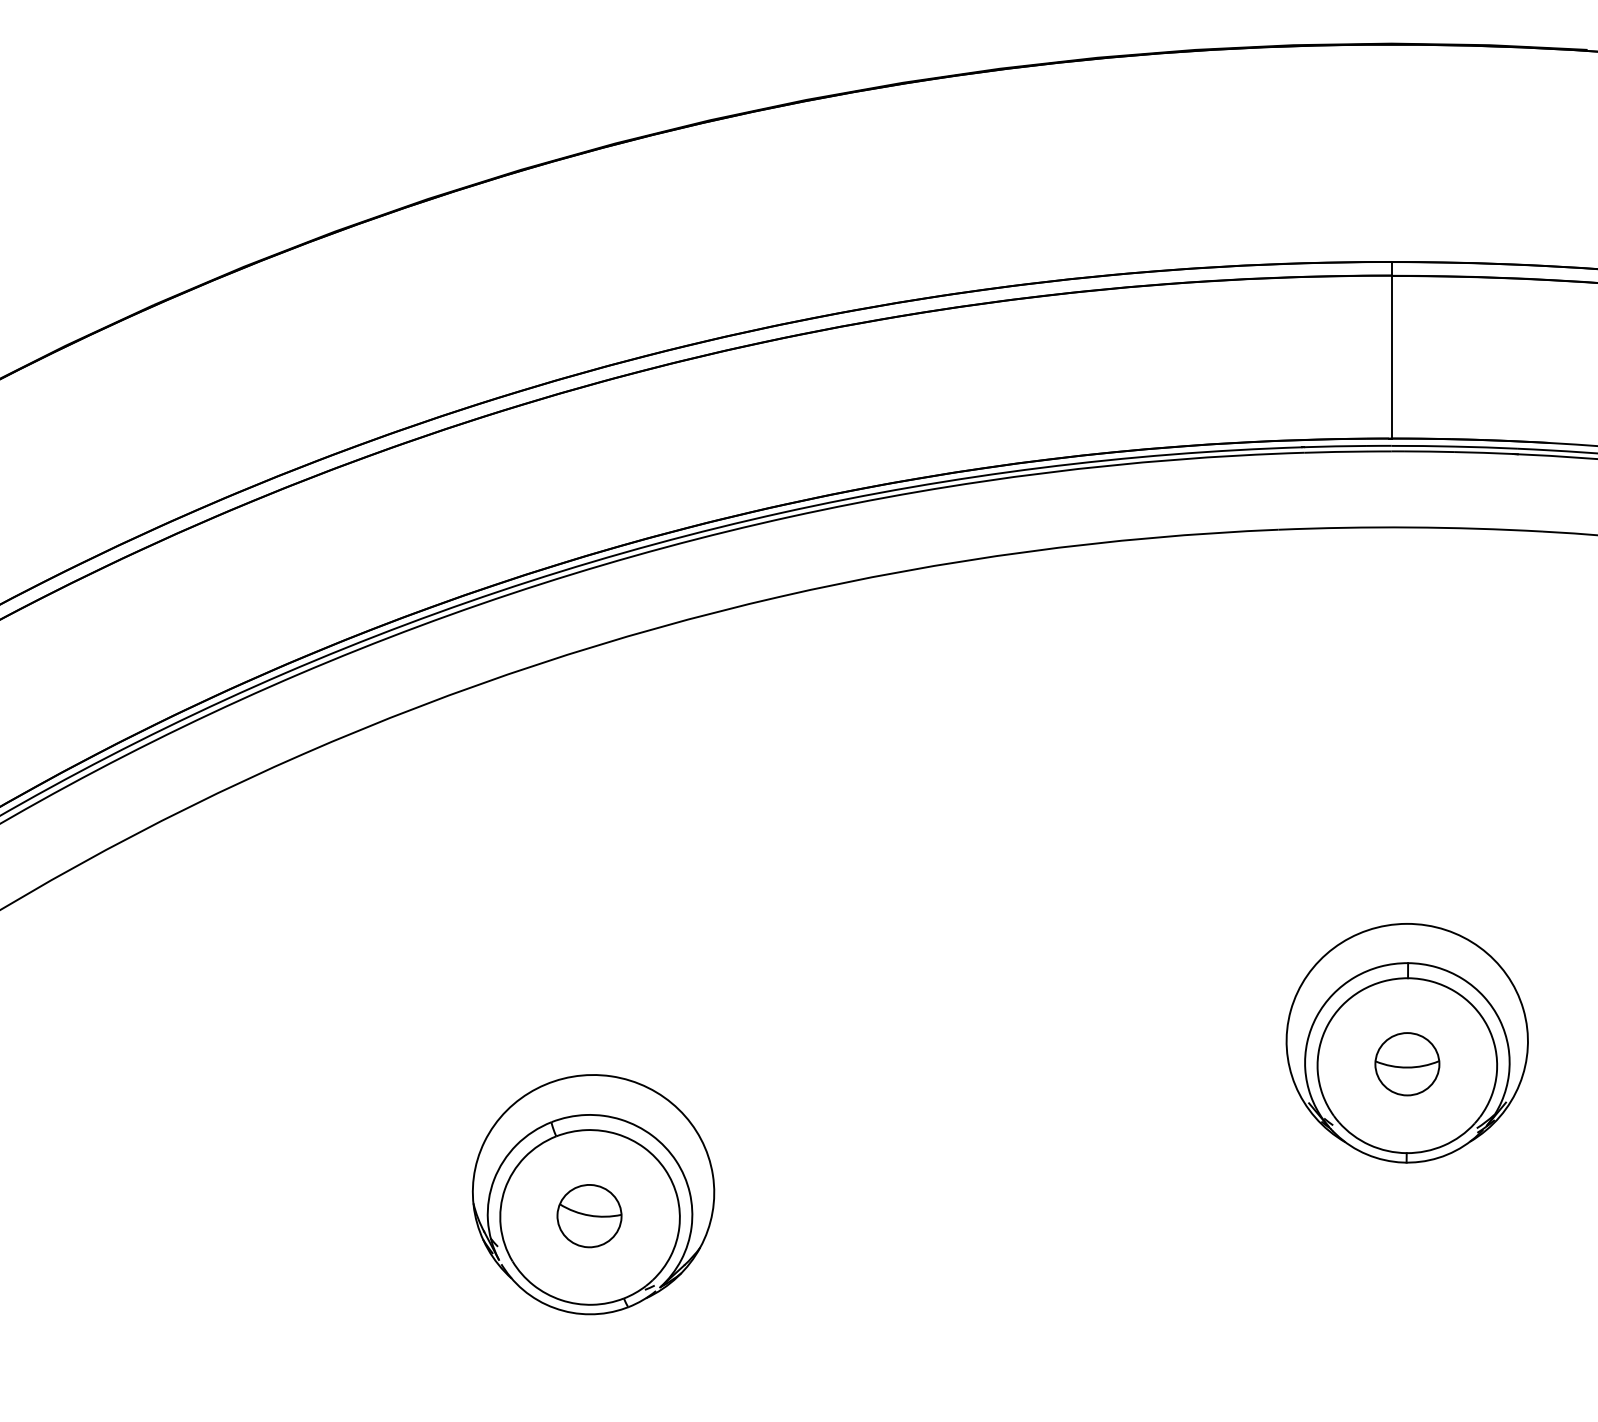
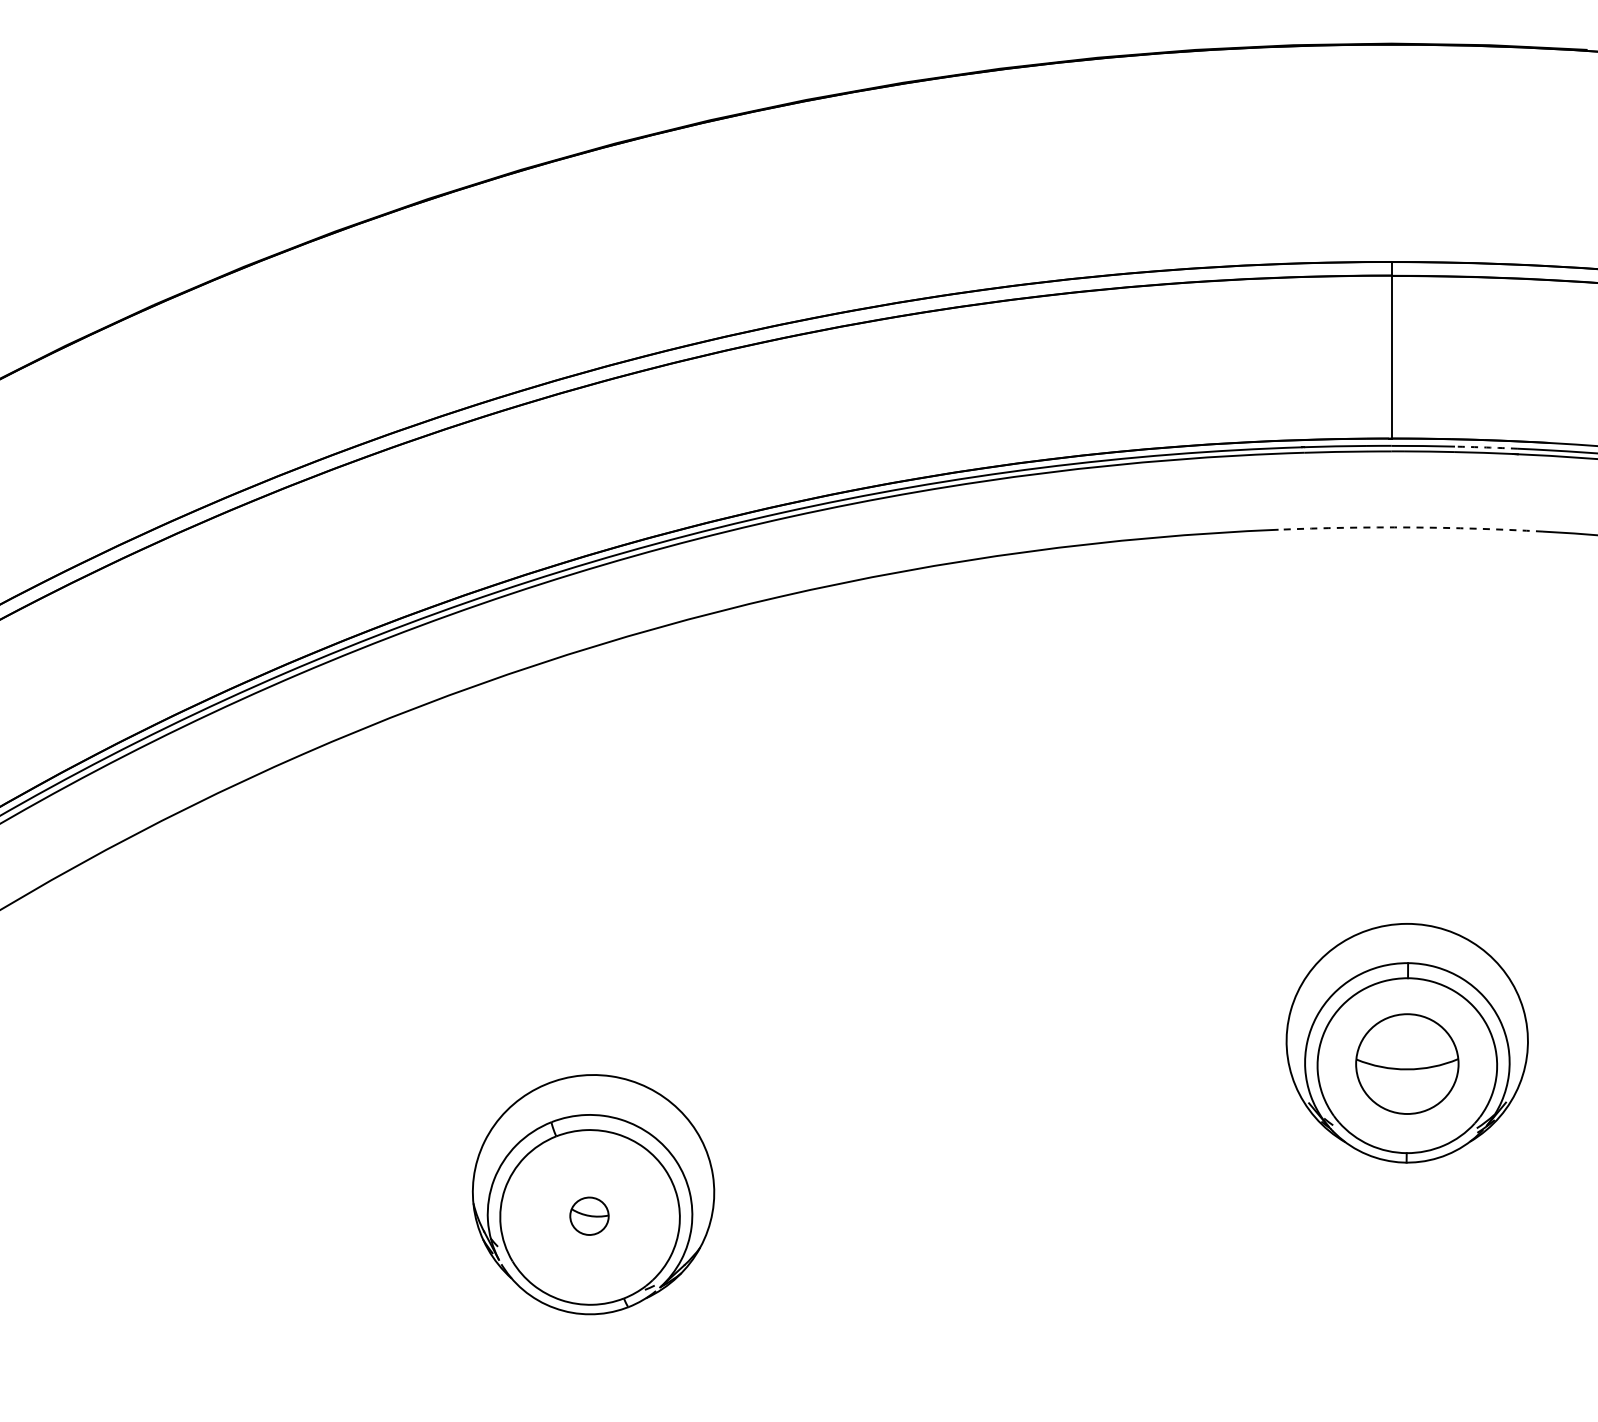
arc at (1486, 447): solid -> dashed
arc at (1410, 527): solid -> dashed
part at (1407, 1064) size: 67x65 px -> 105x102 px
part at (589, 1216) size: 67x65 px -> 41x40 px
